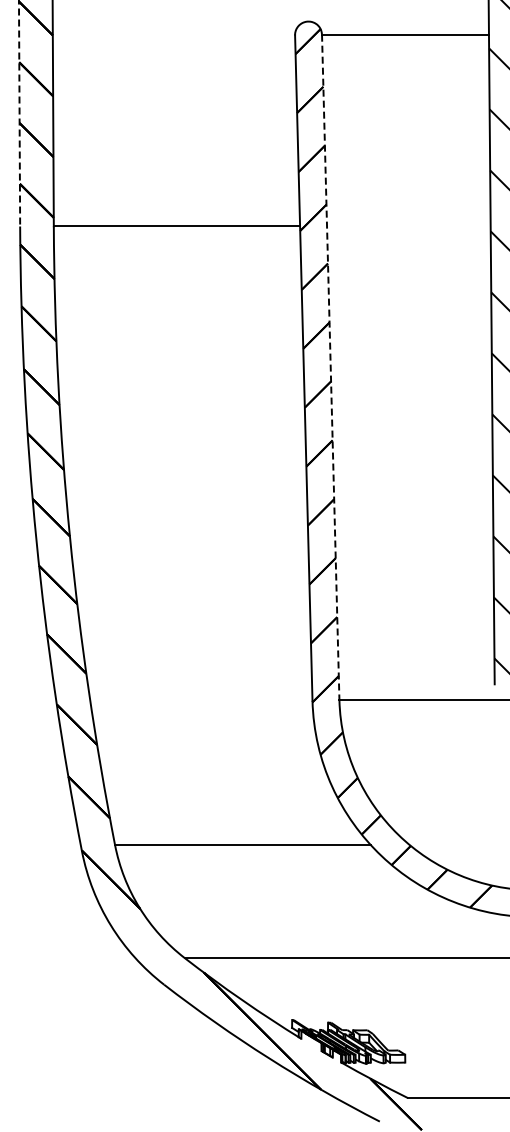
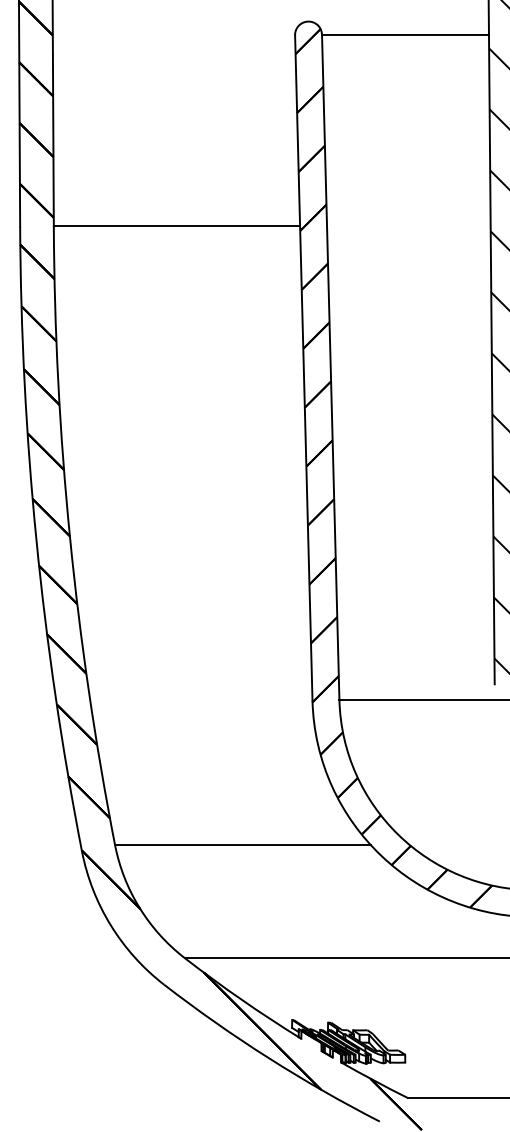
line at (19, 113): dashed -> solid
line at (330, 367): dashed -> solid
